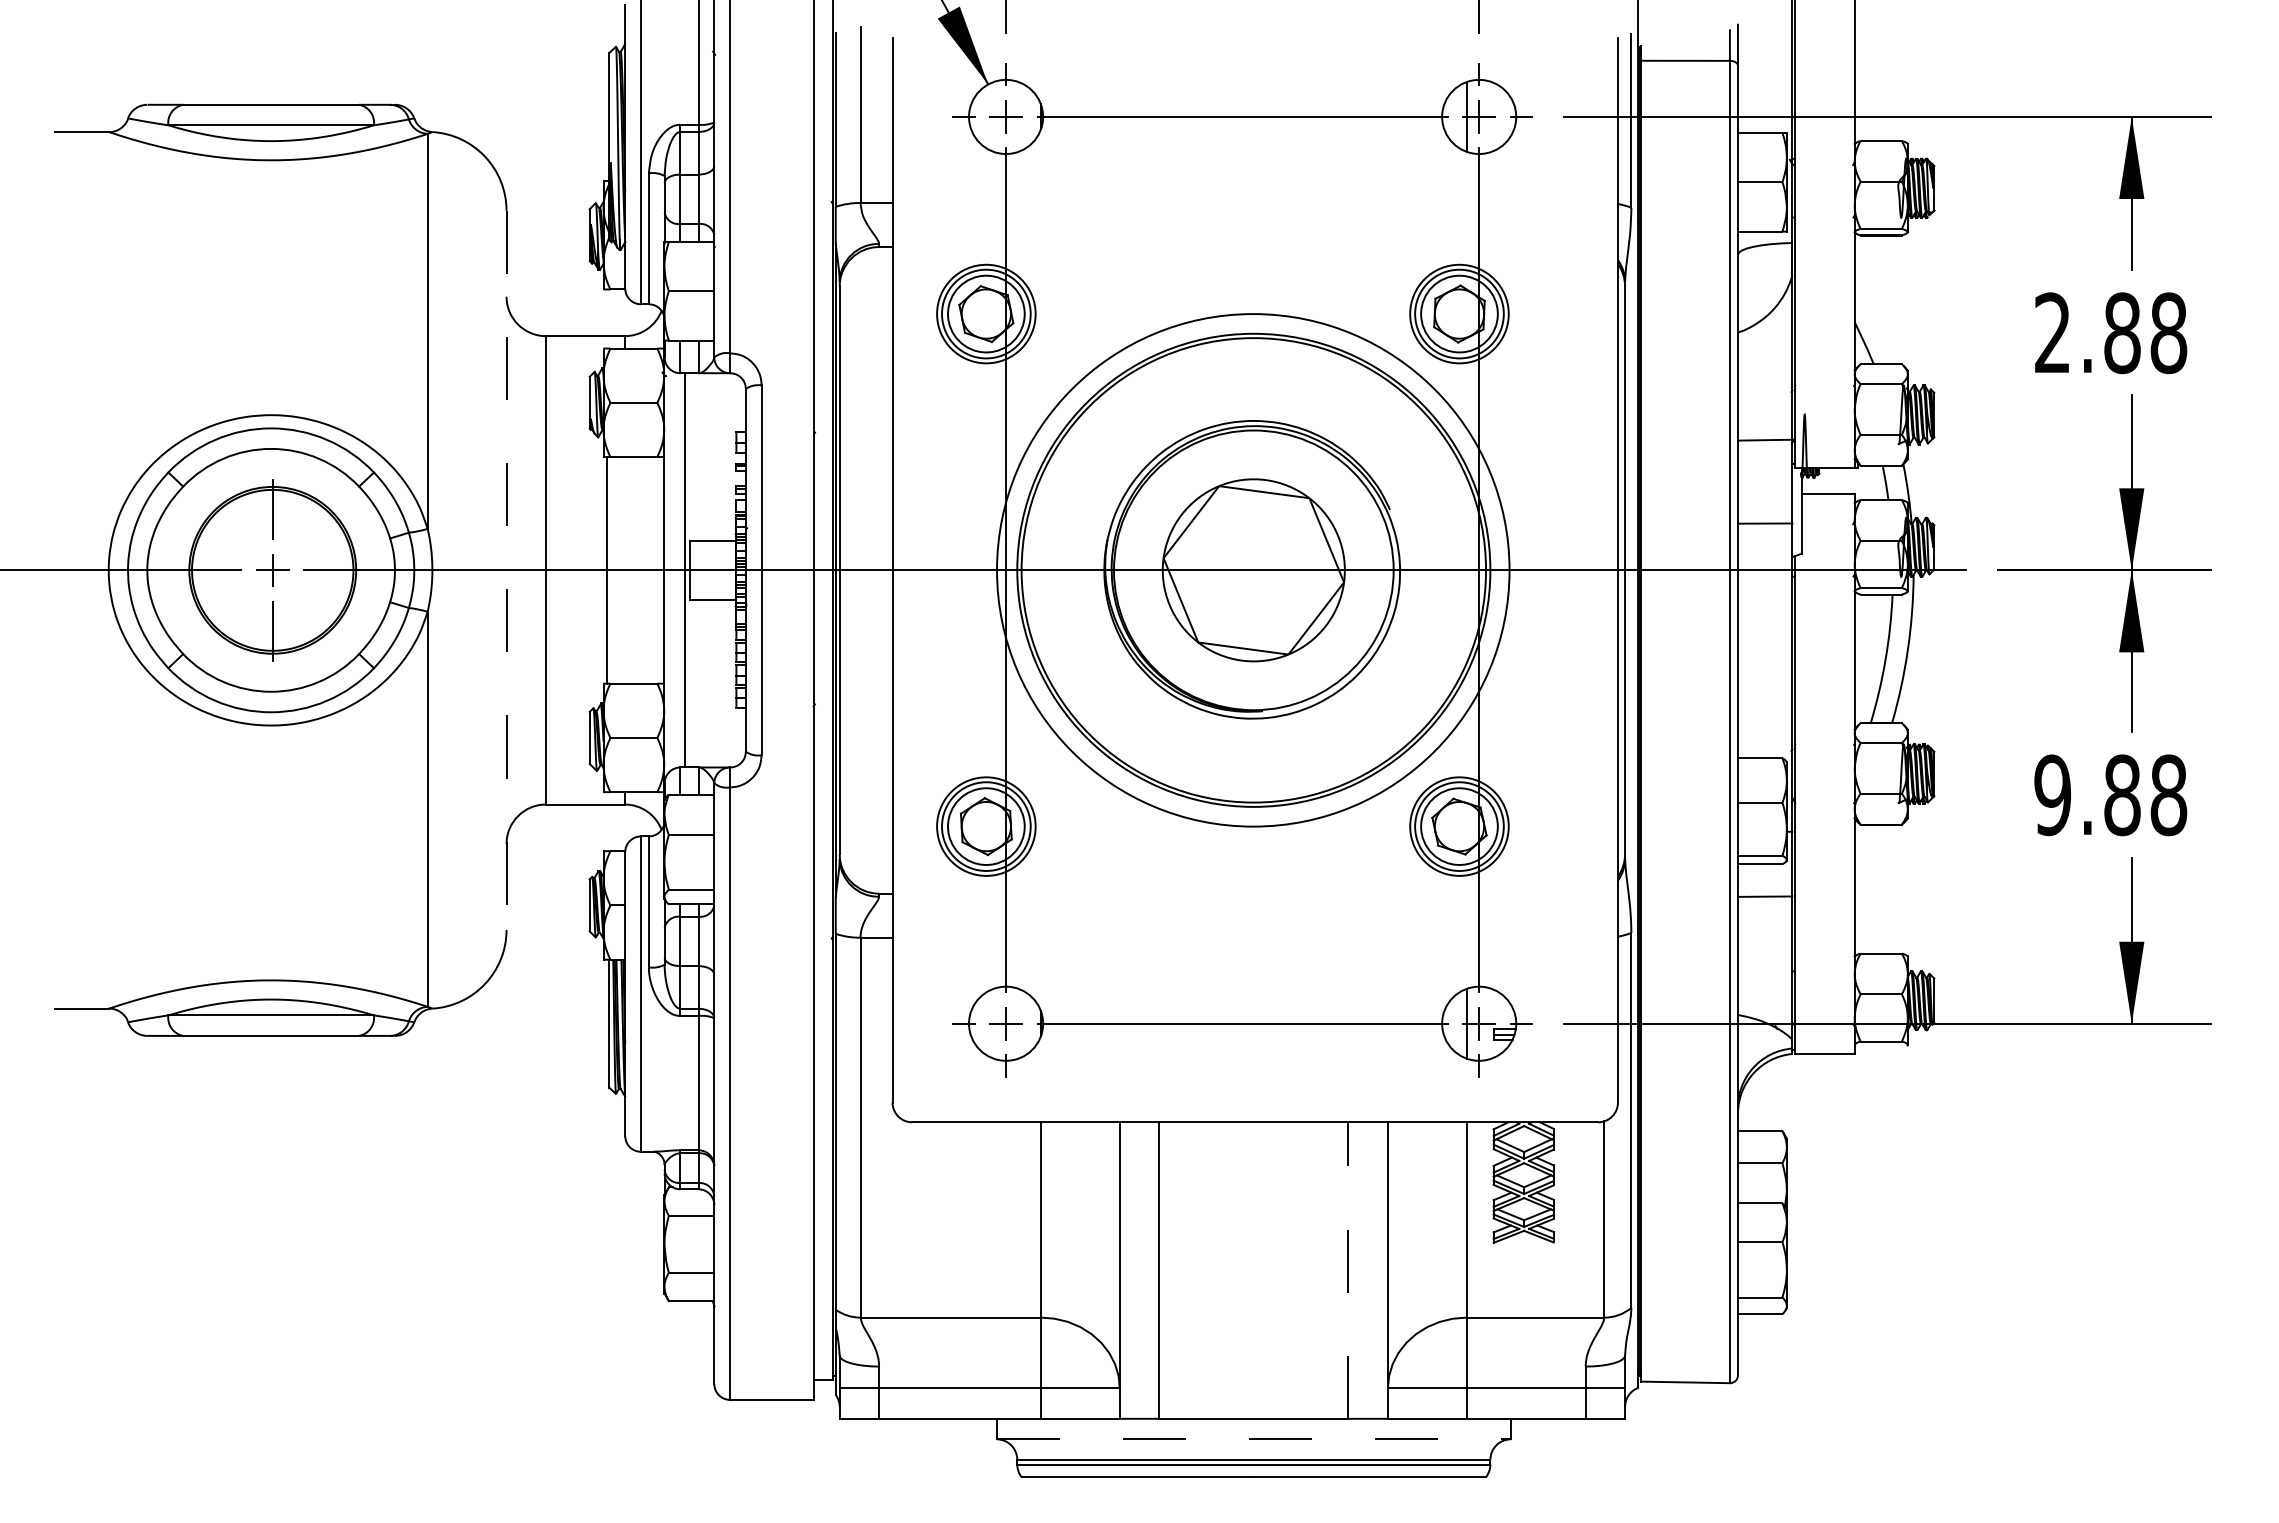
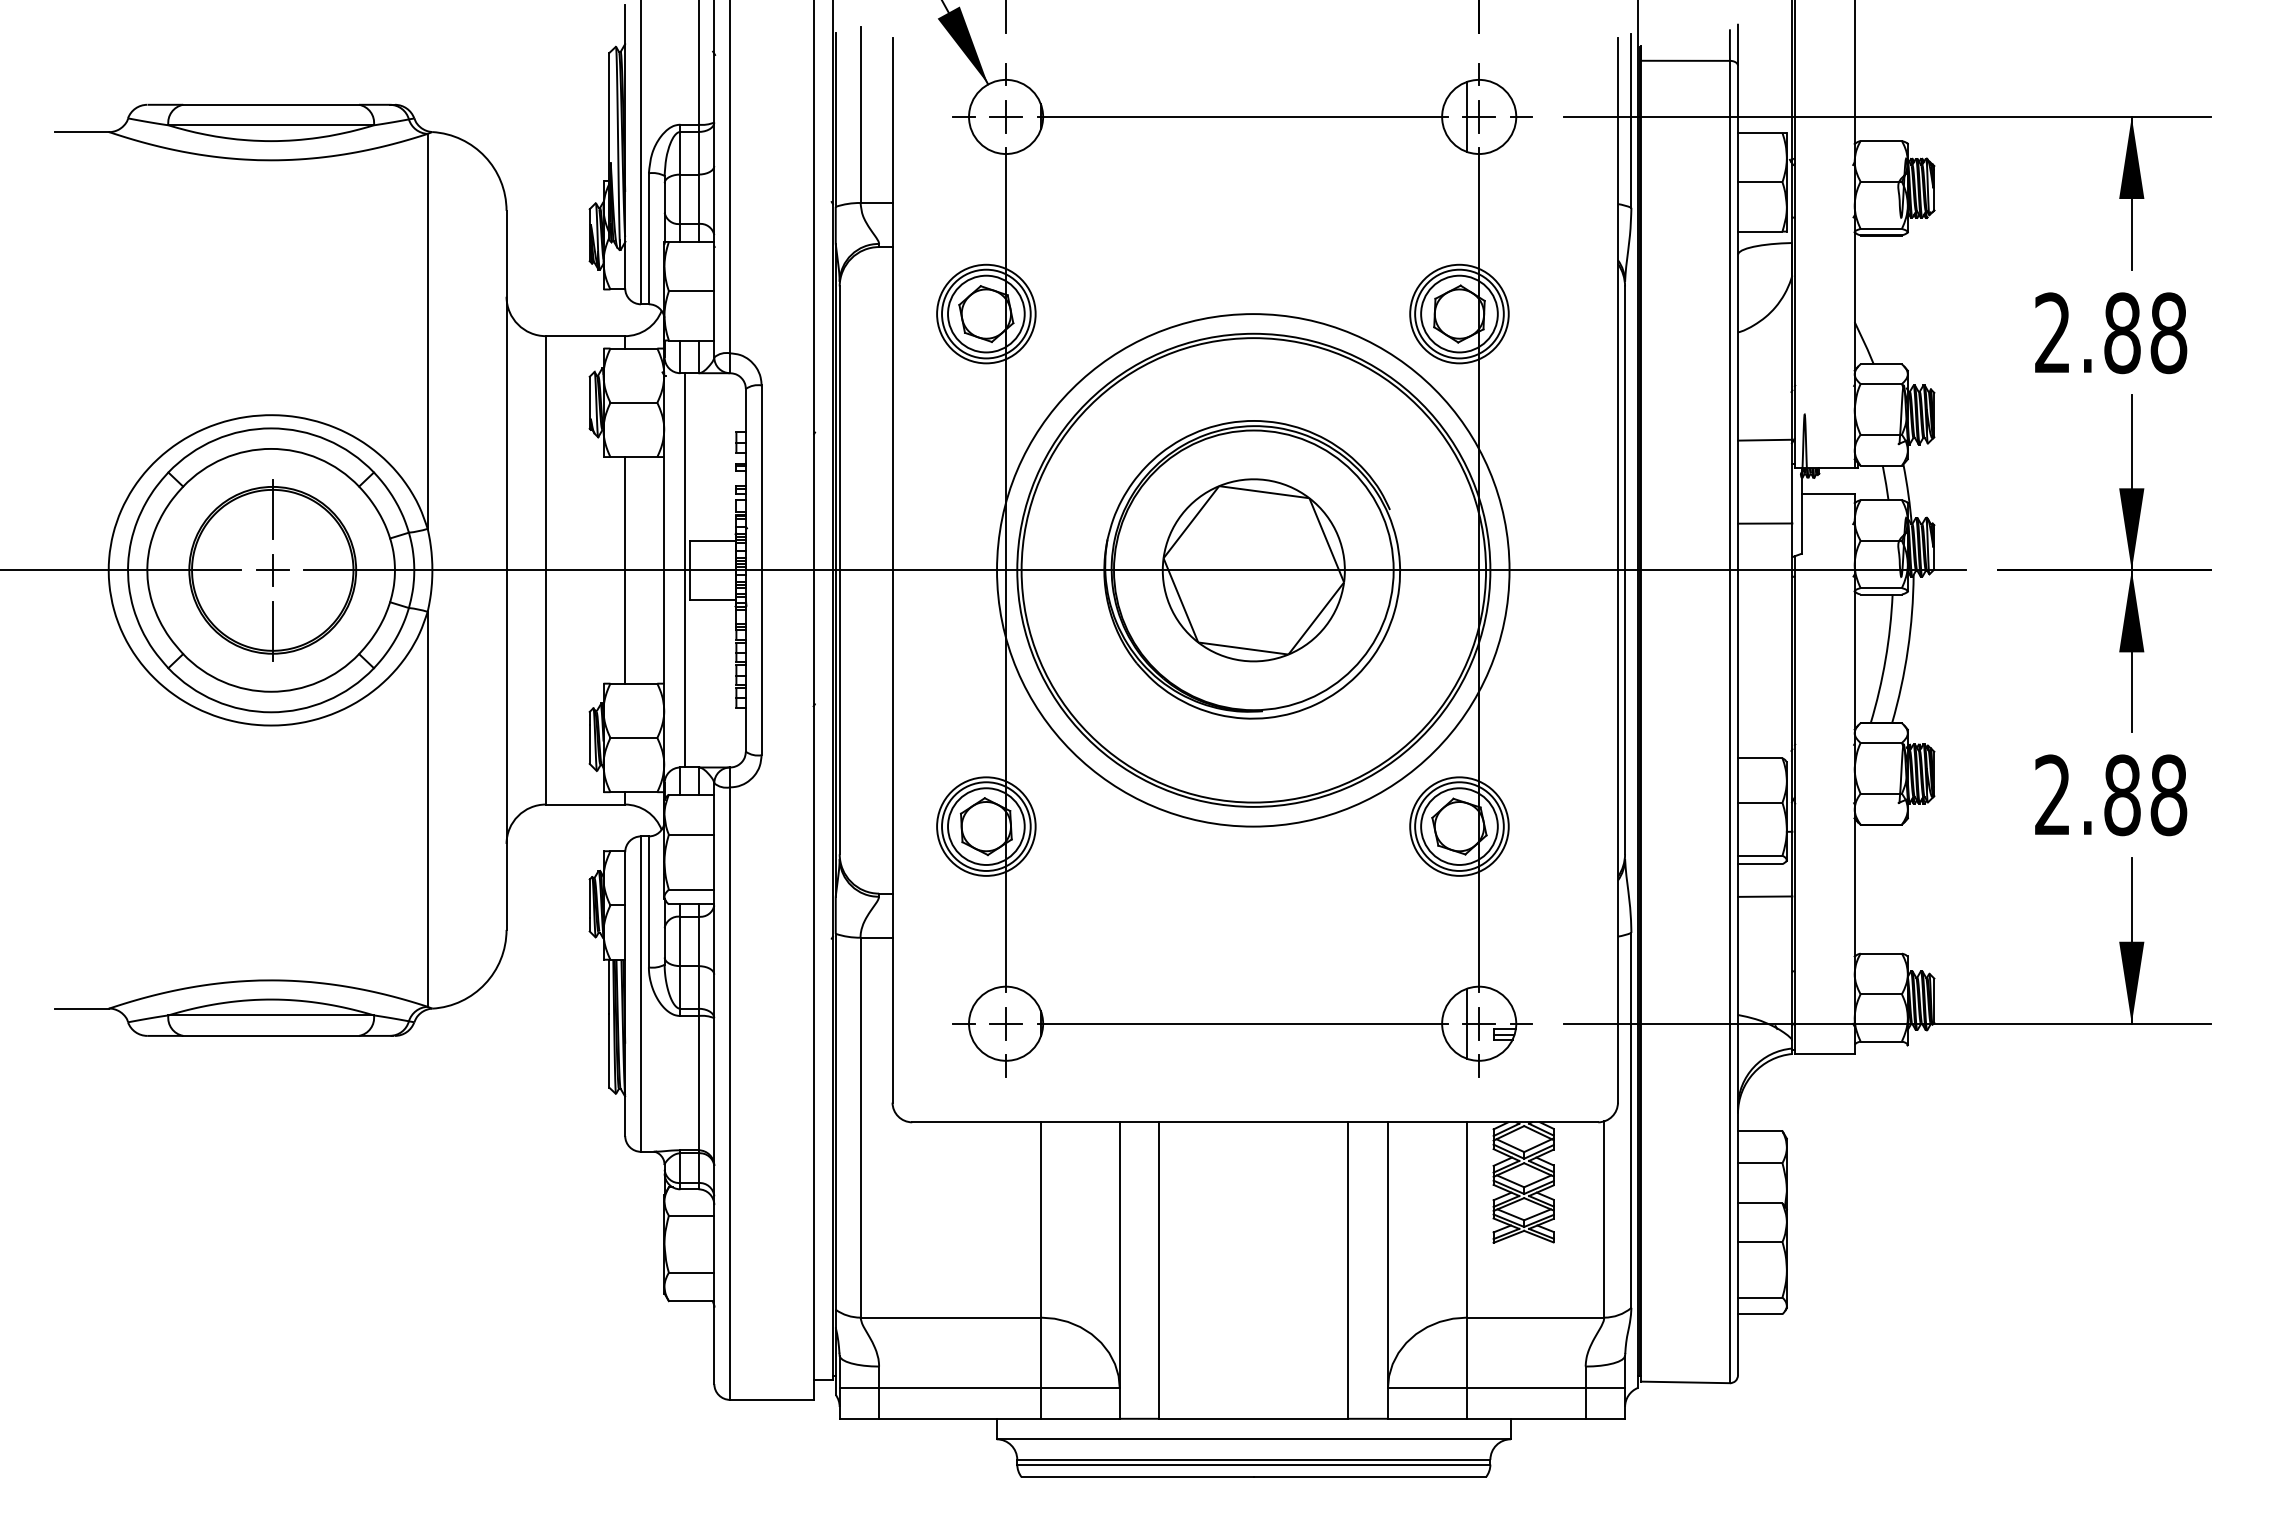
line at (506, 570): dashed -> solid
line at (606, 570) position: (606, 570) -> (624, 570)
text at (2052, 795): 9.88 -> 2.88
line at (1348, 1270): dashed -> solid
line at (1254, 1439): dashed -> solid
